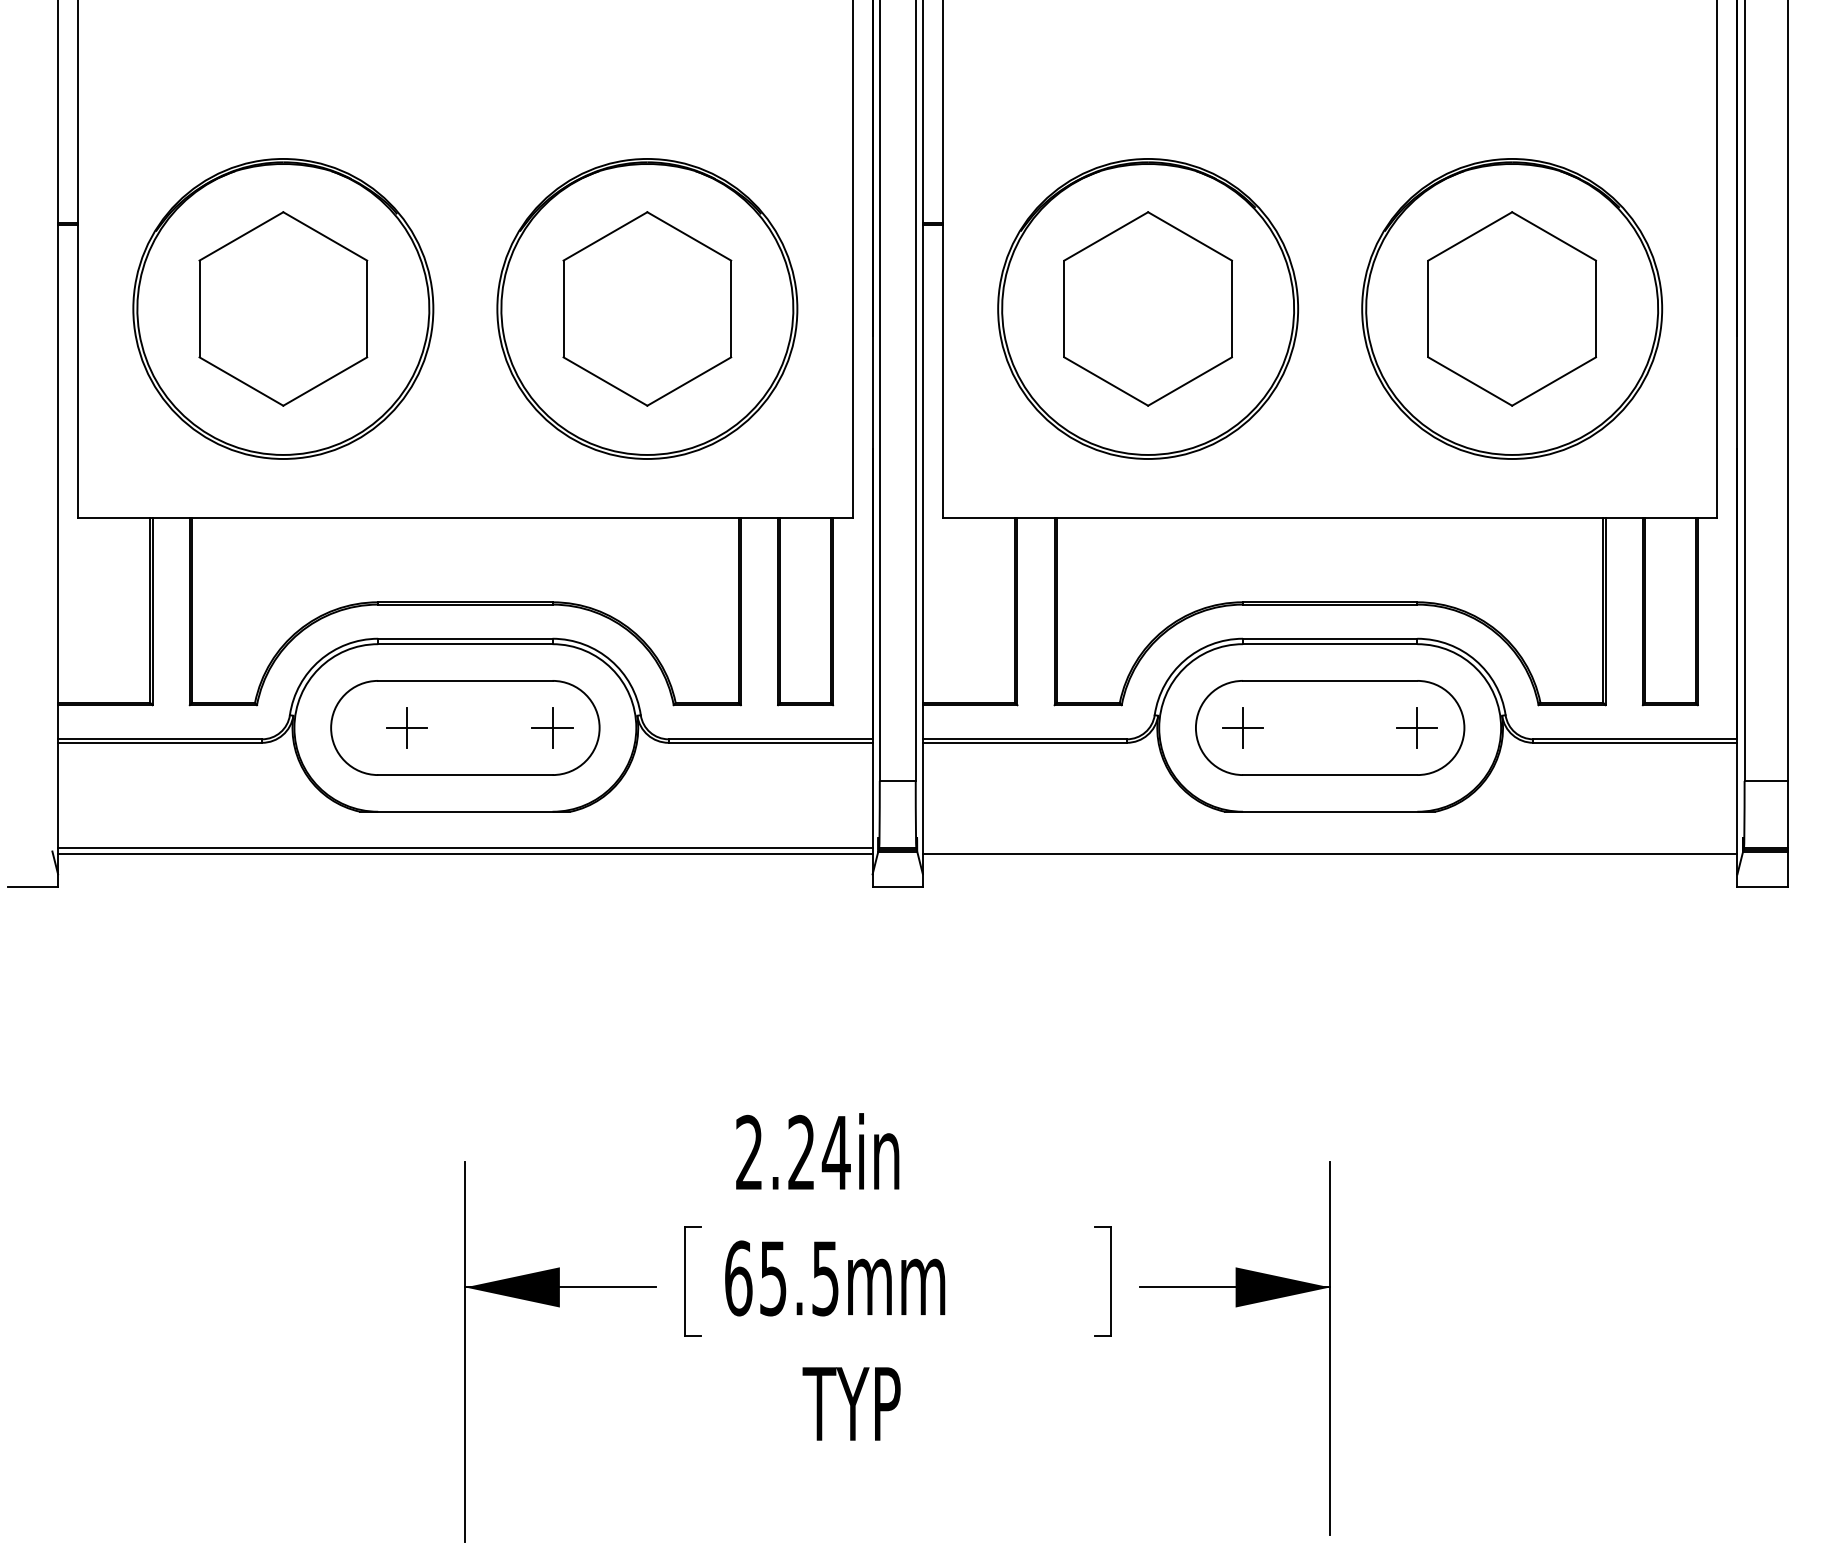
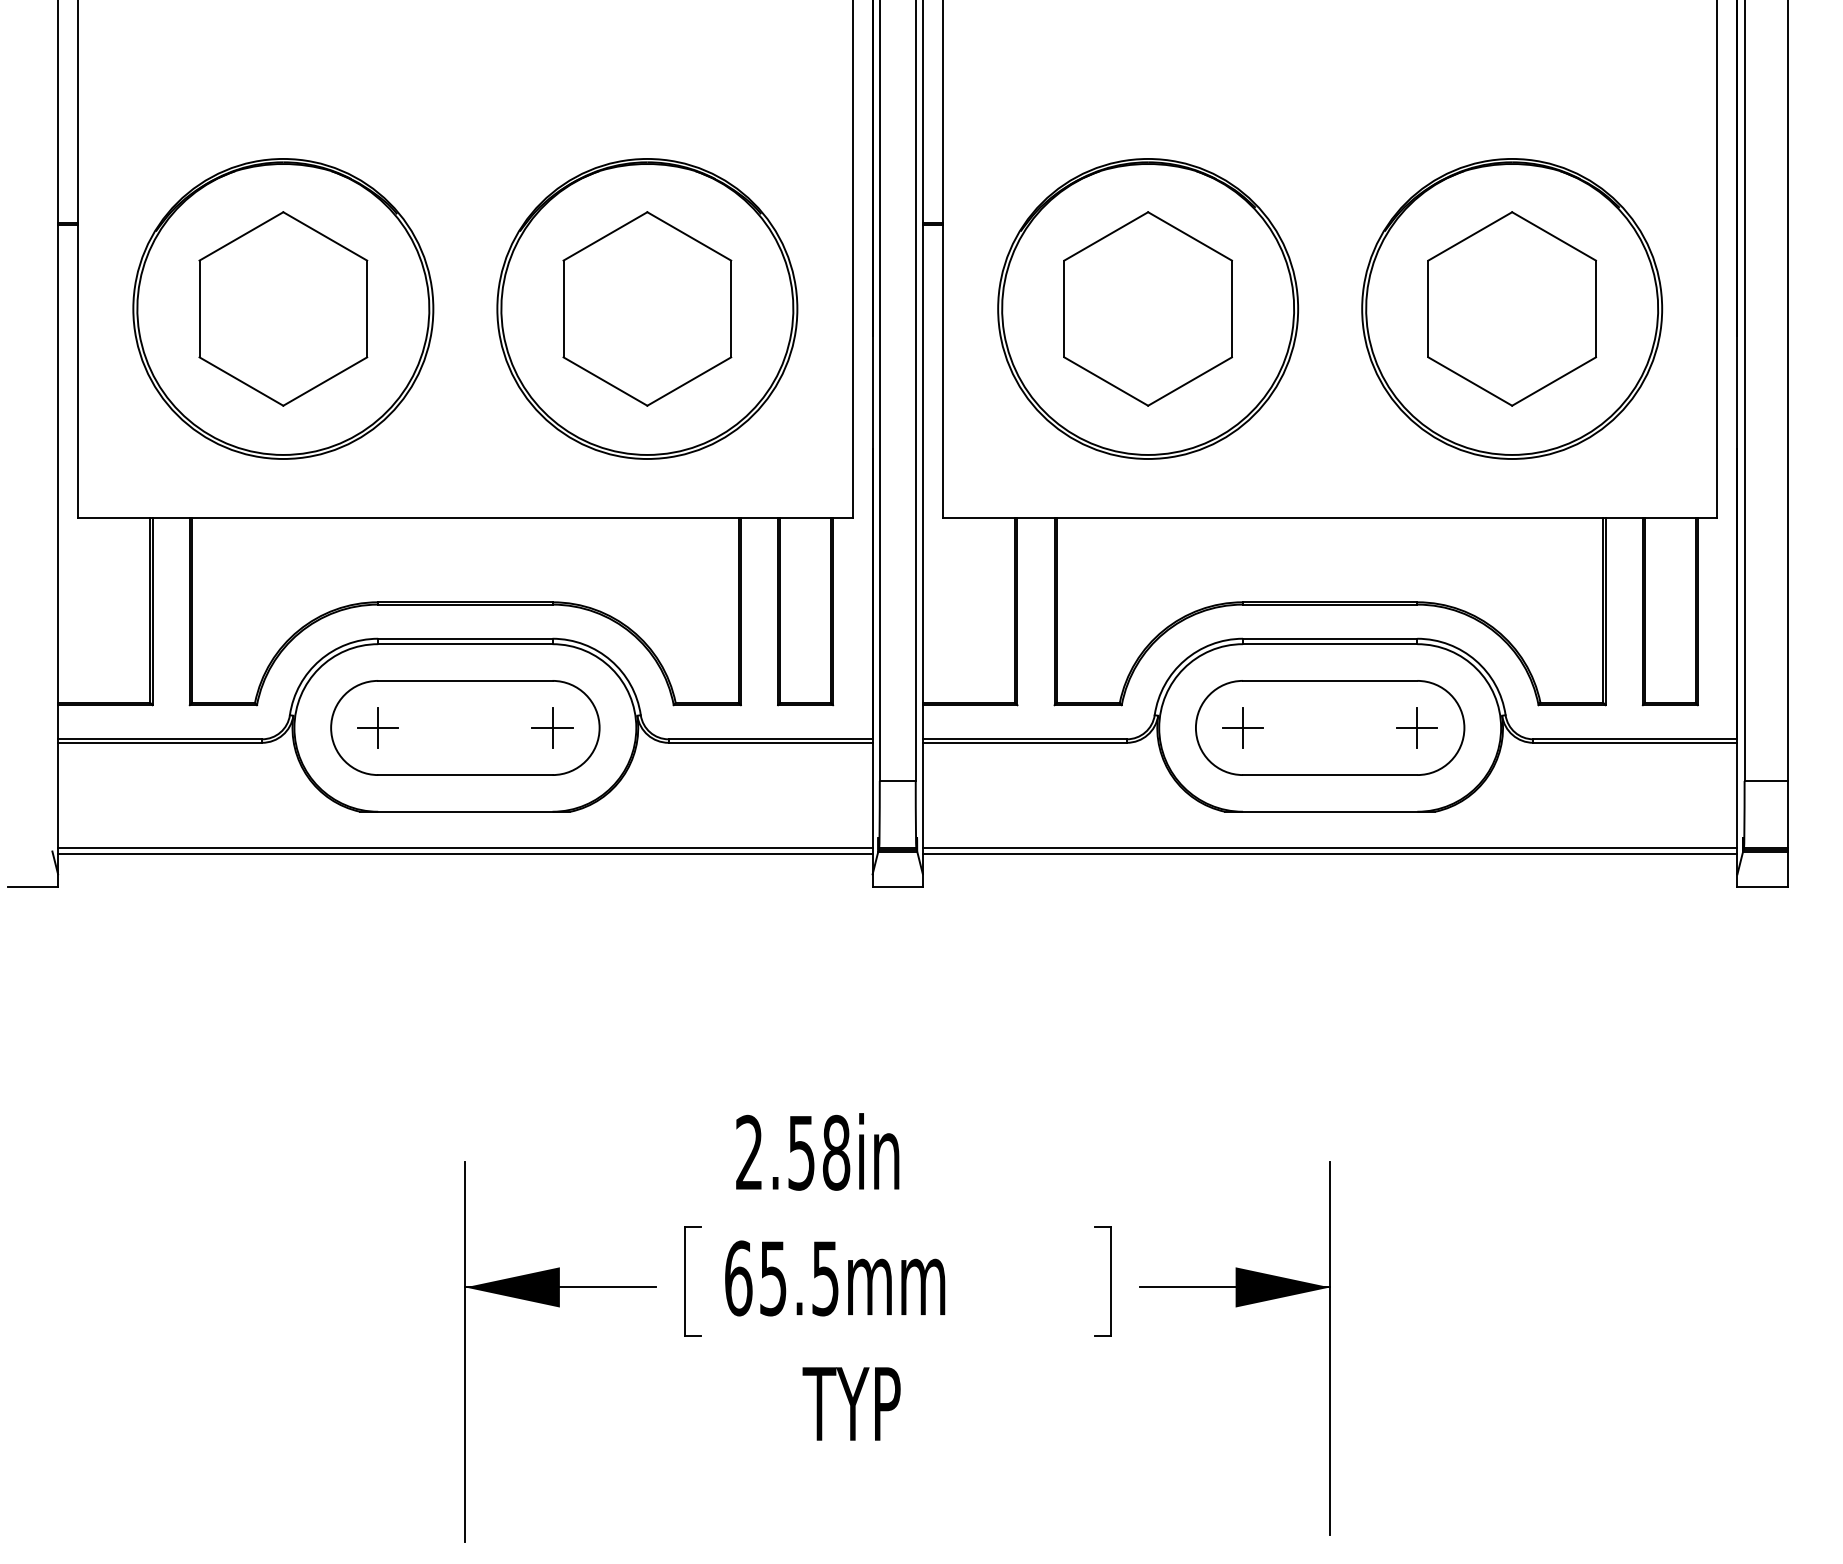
part at (406, 727) position: (406, 727) -> (377, 727)
line at (1329, 847): none -> present
text at (819, 1152): 2.24in -> 2.58in
